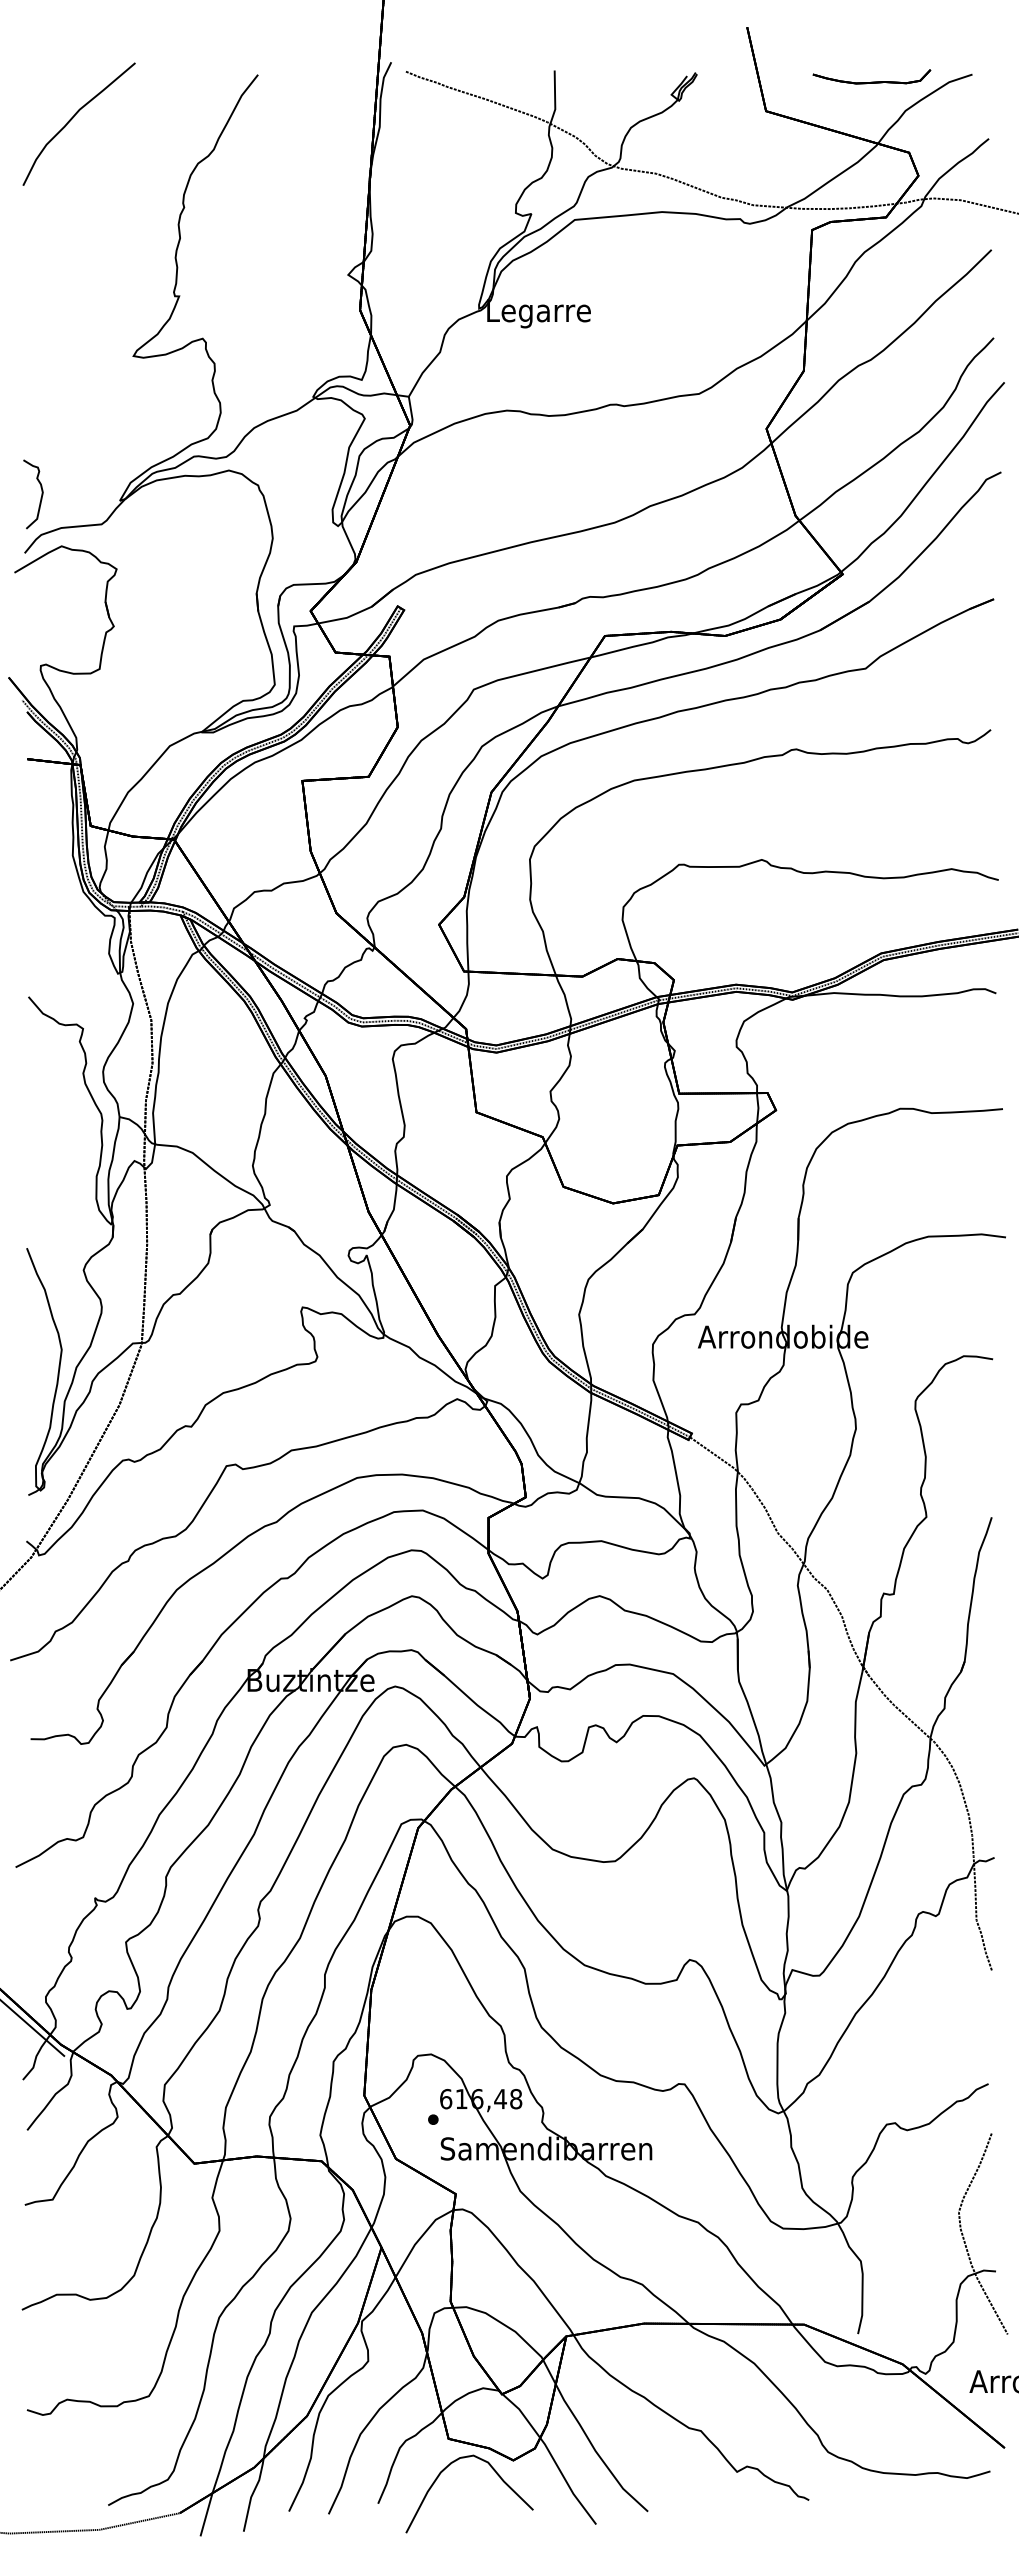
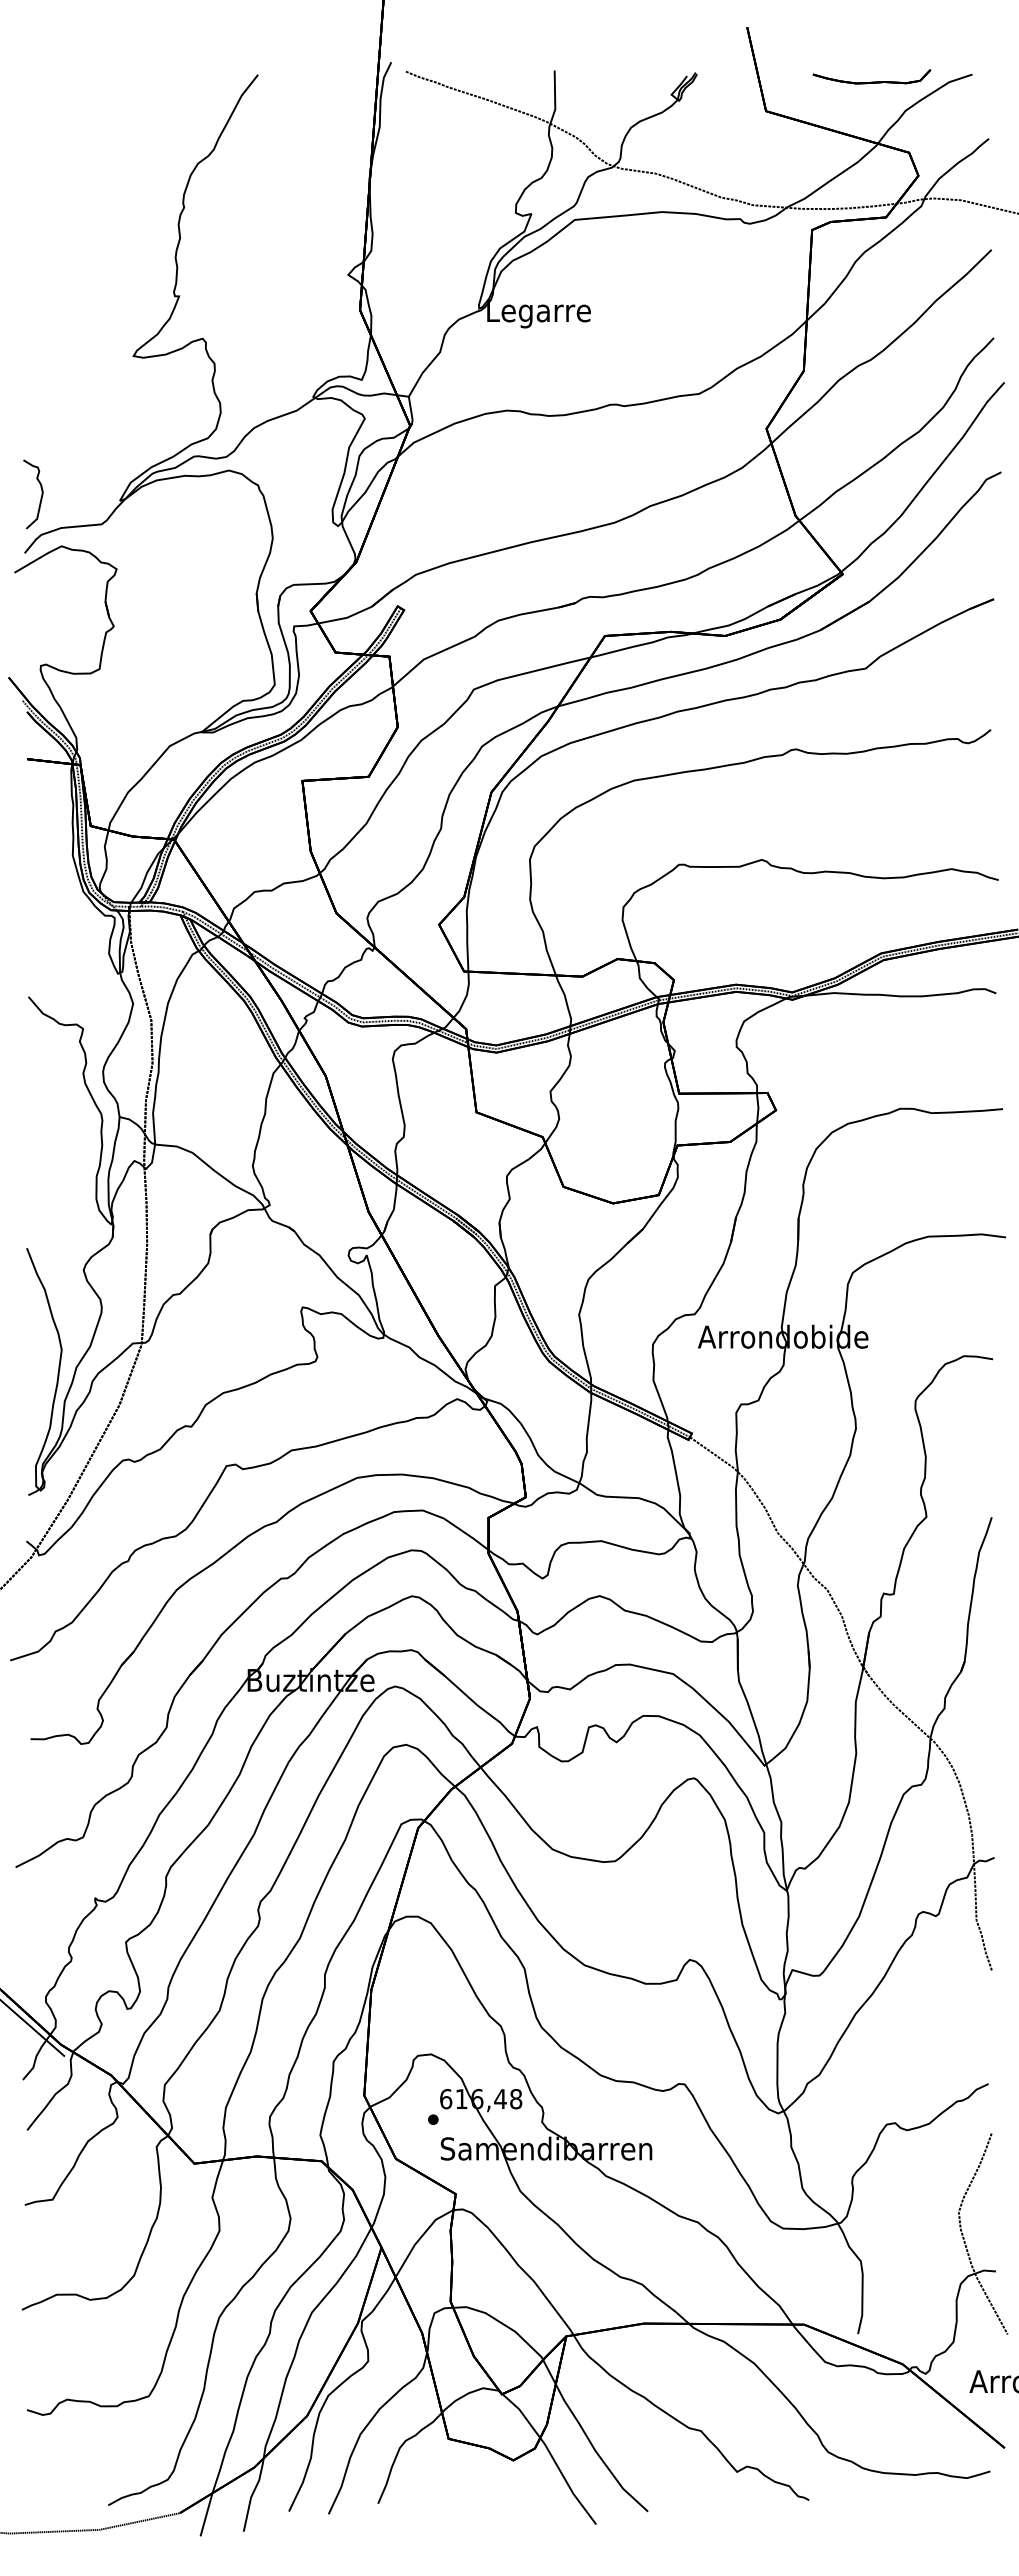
curve at (73, 118): present -> none
curve at (496, 2474): present -> none
